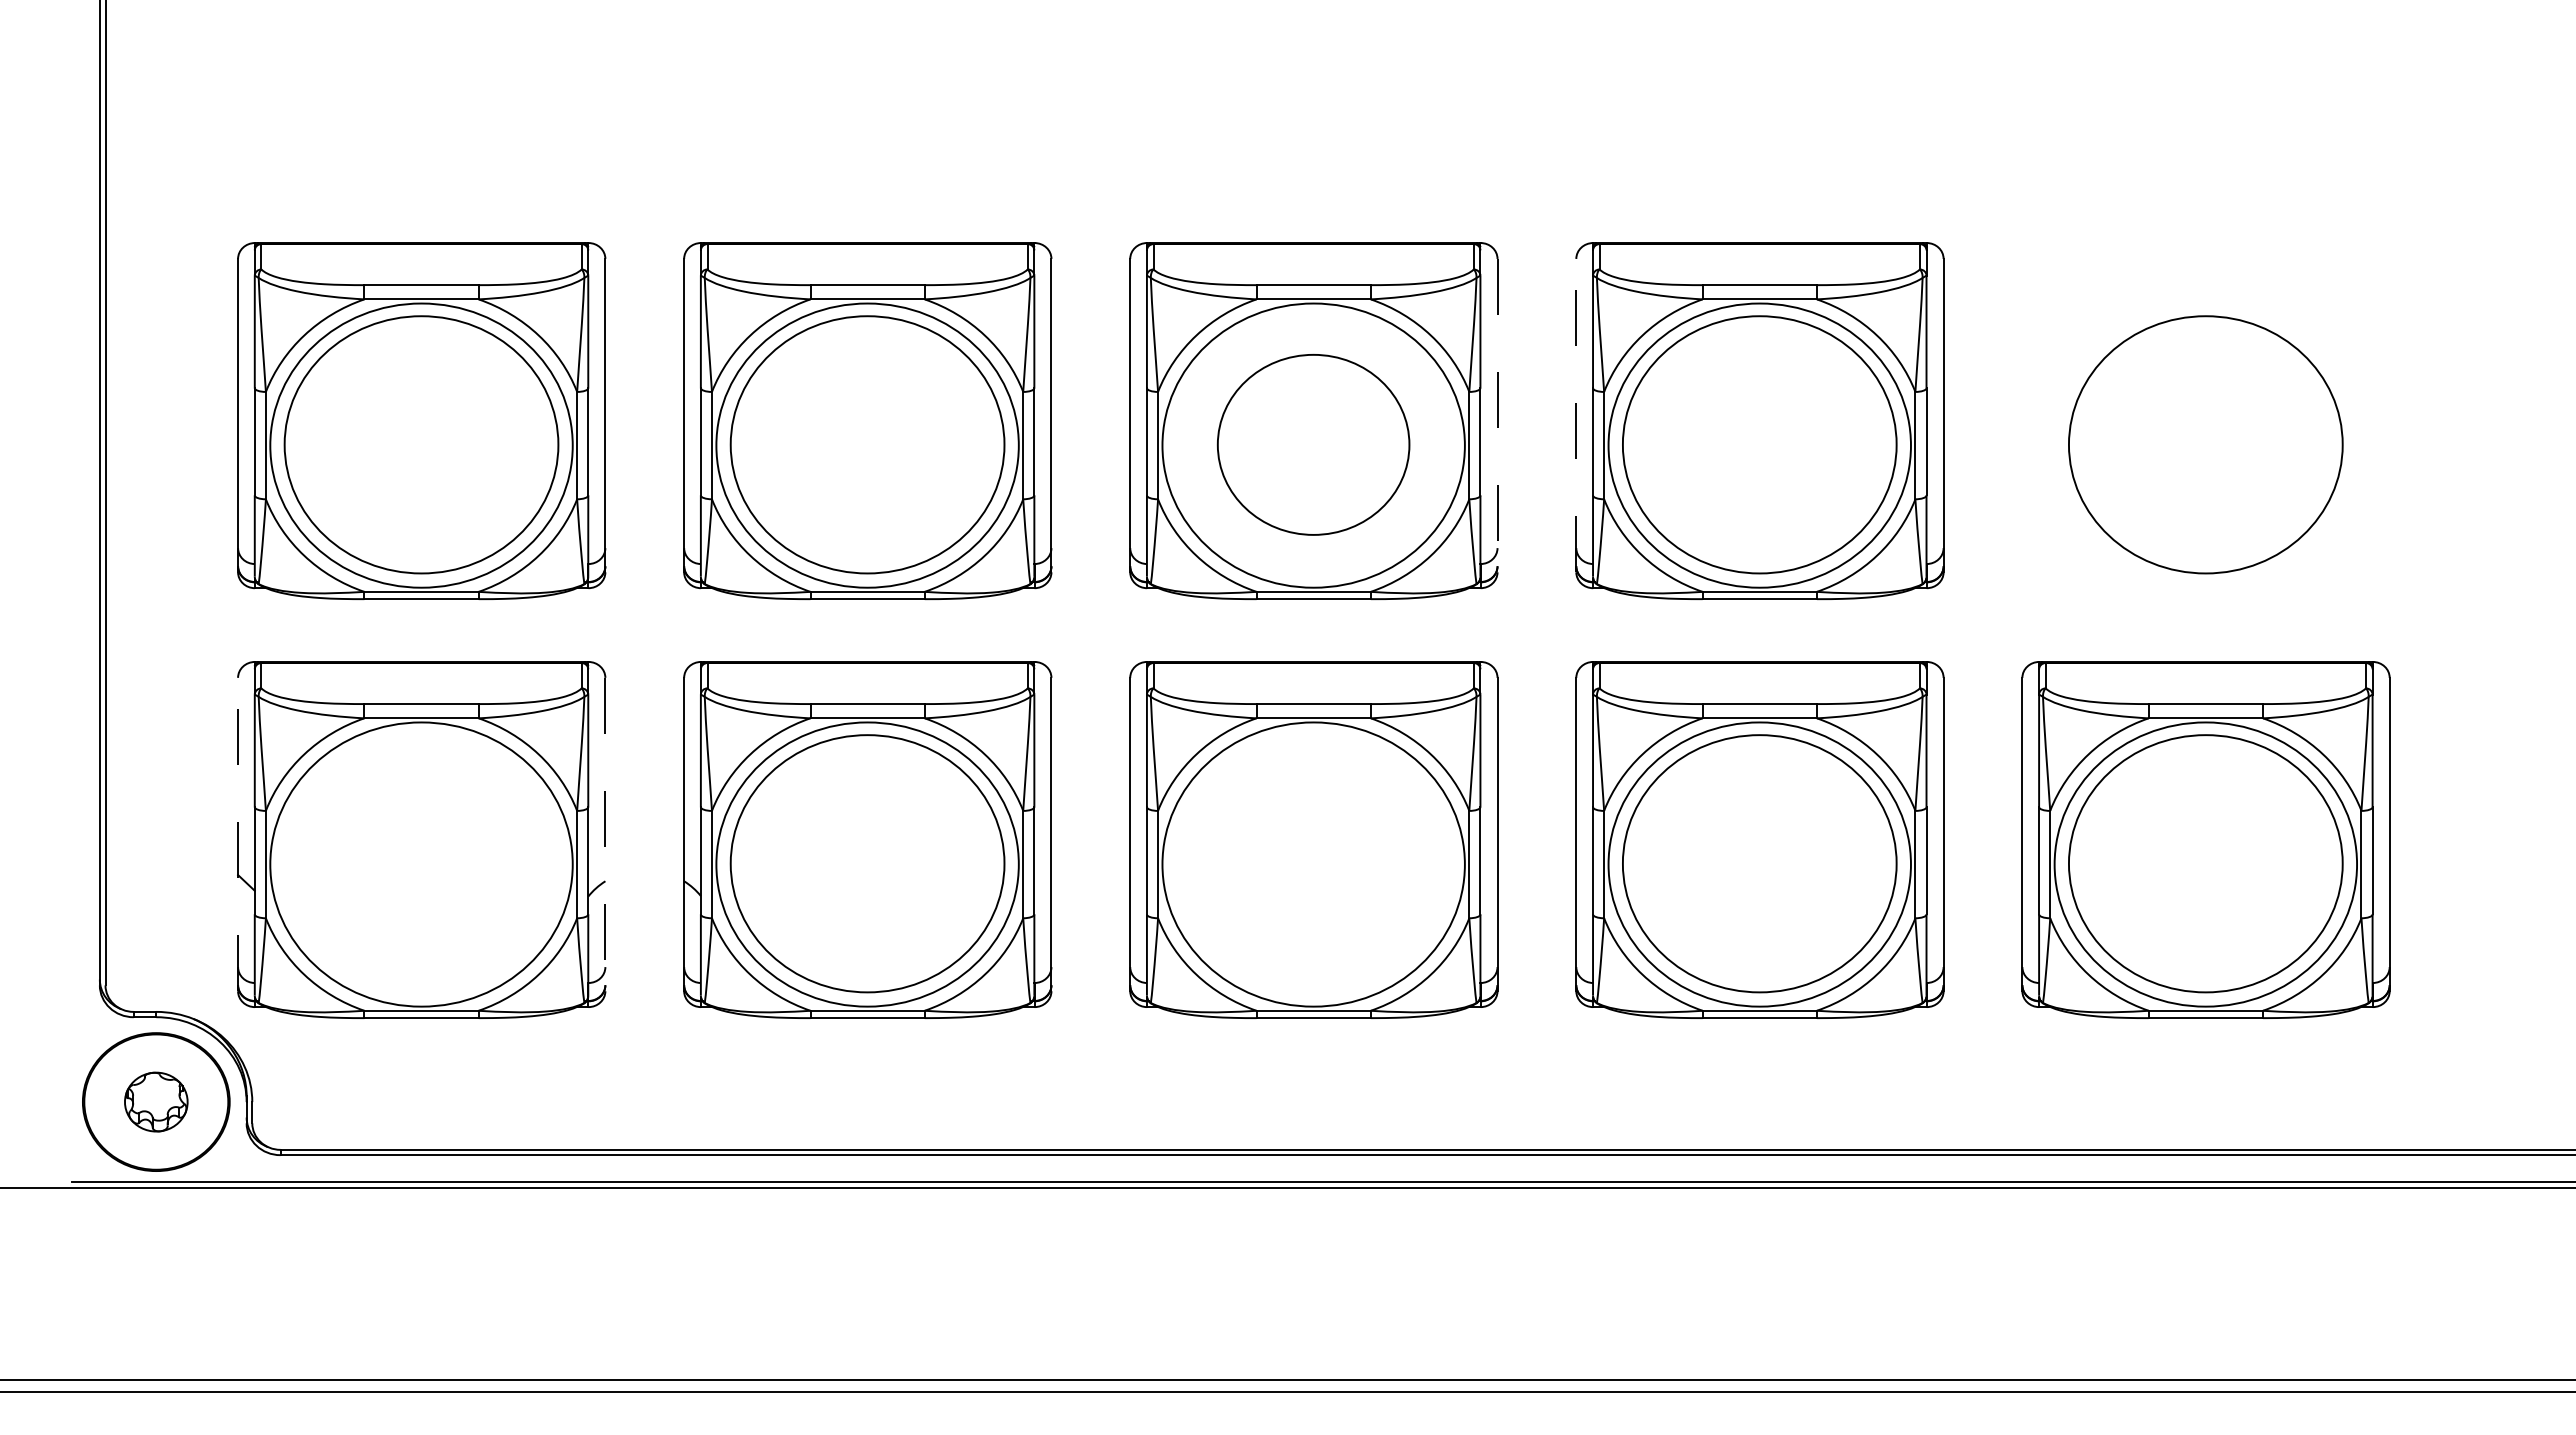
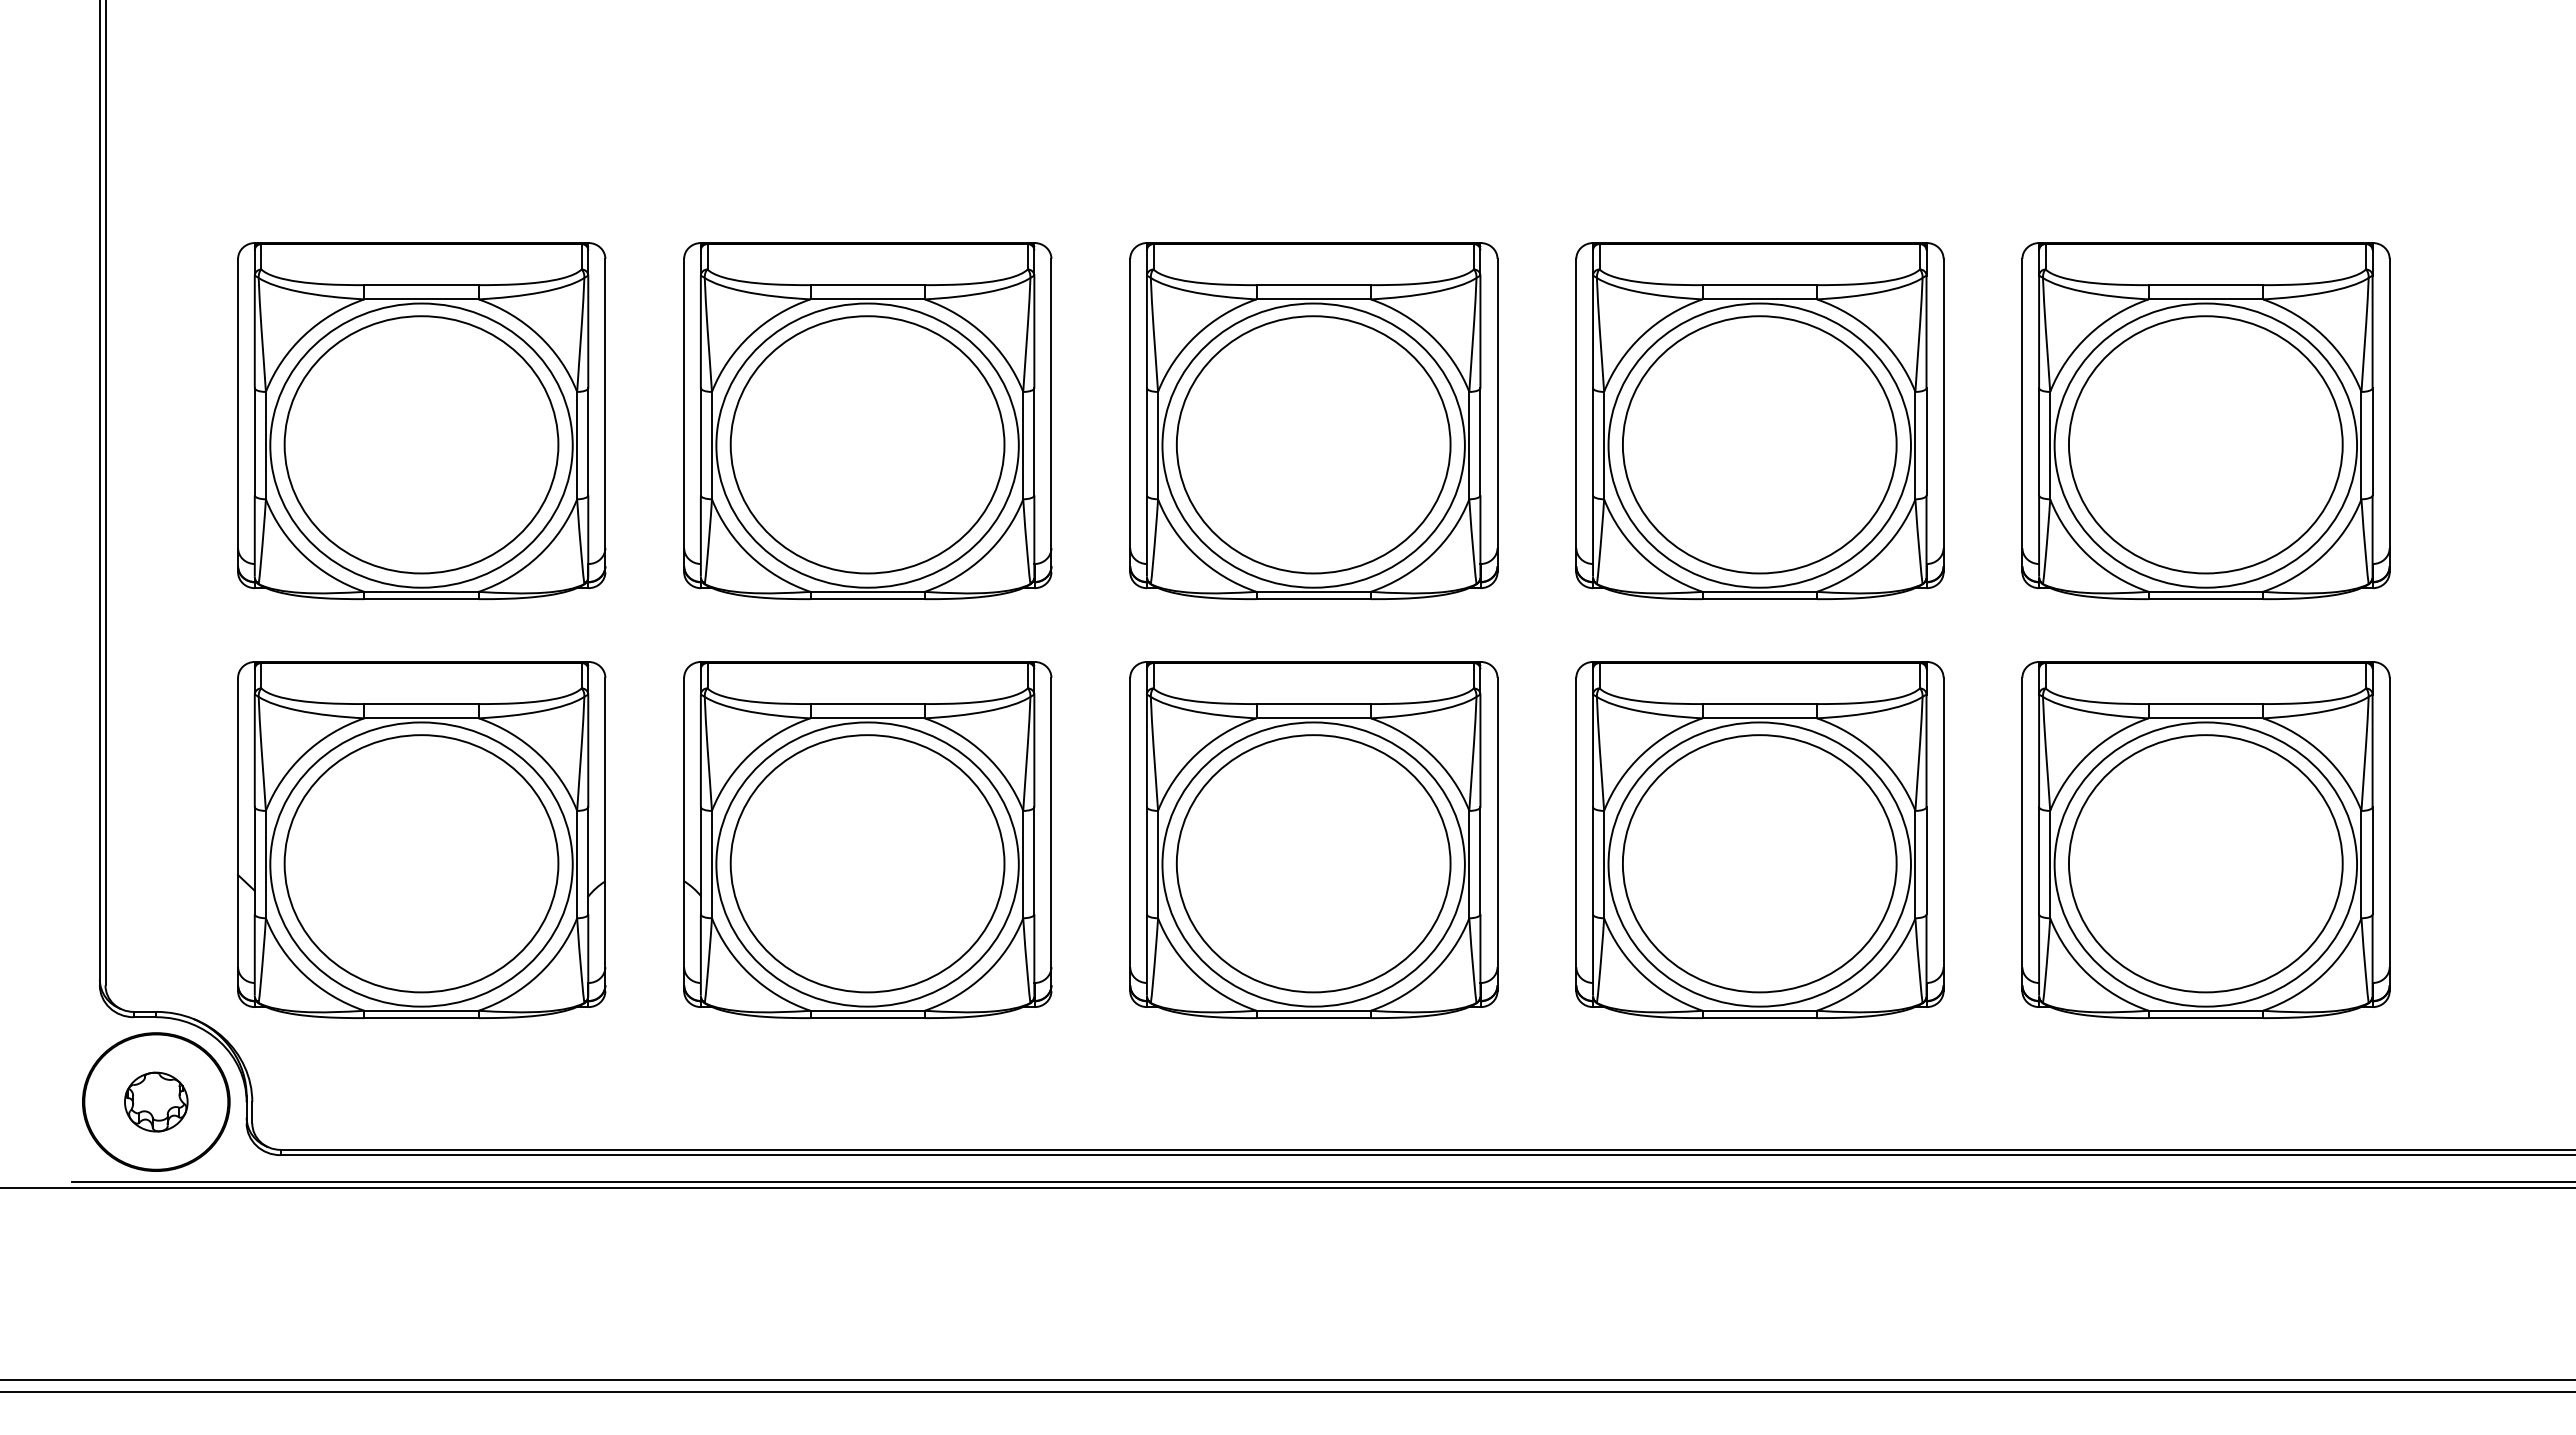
line at (1497, 415): dashed -> solid
line at (1576, 415): dashed -> solid
part at (2205, 421): none -> present
part at (1313, 444) size: 195x182 px -> 277x260 px
line at (238, 834): dashed -> solid
line at (605, 834): dashed -> solid
part at (421, 863): none -> present
part at (1313, 863): none -> present
